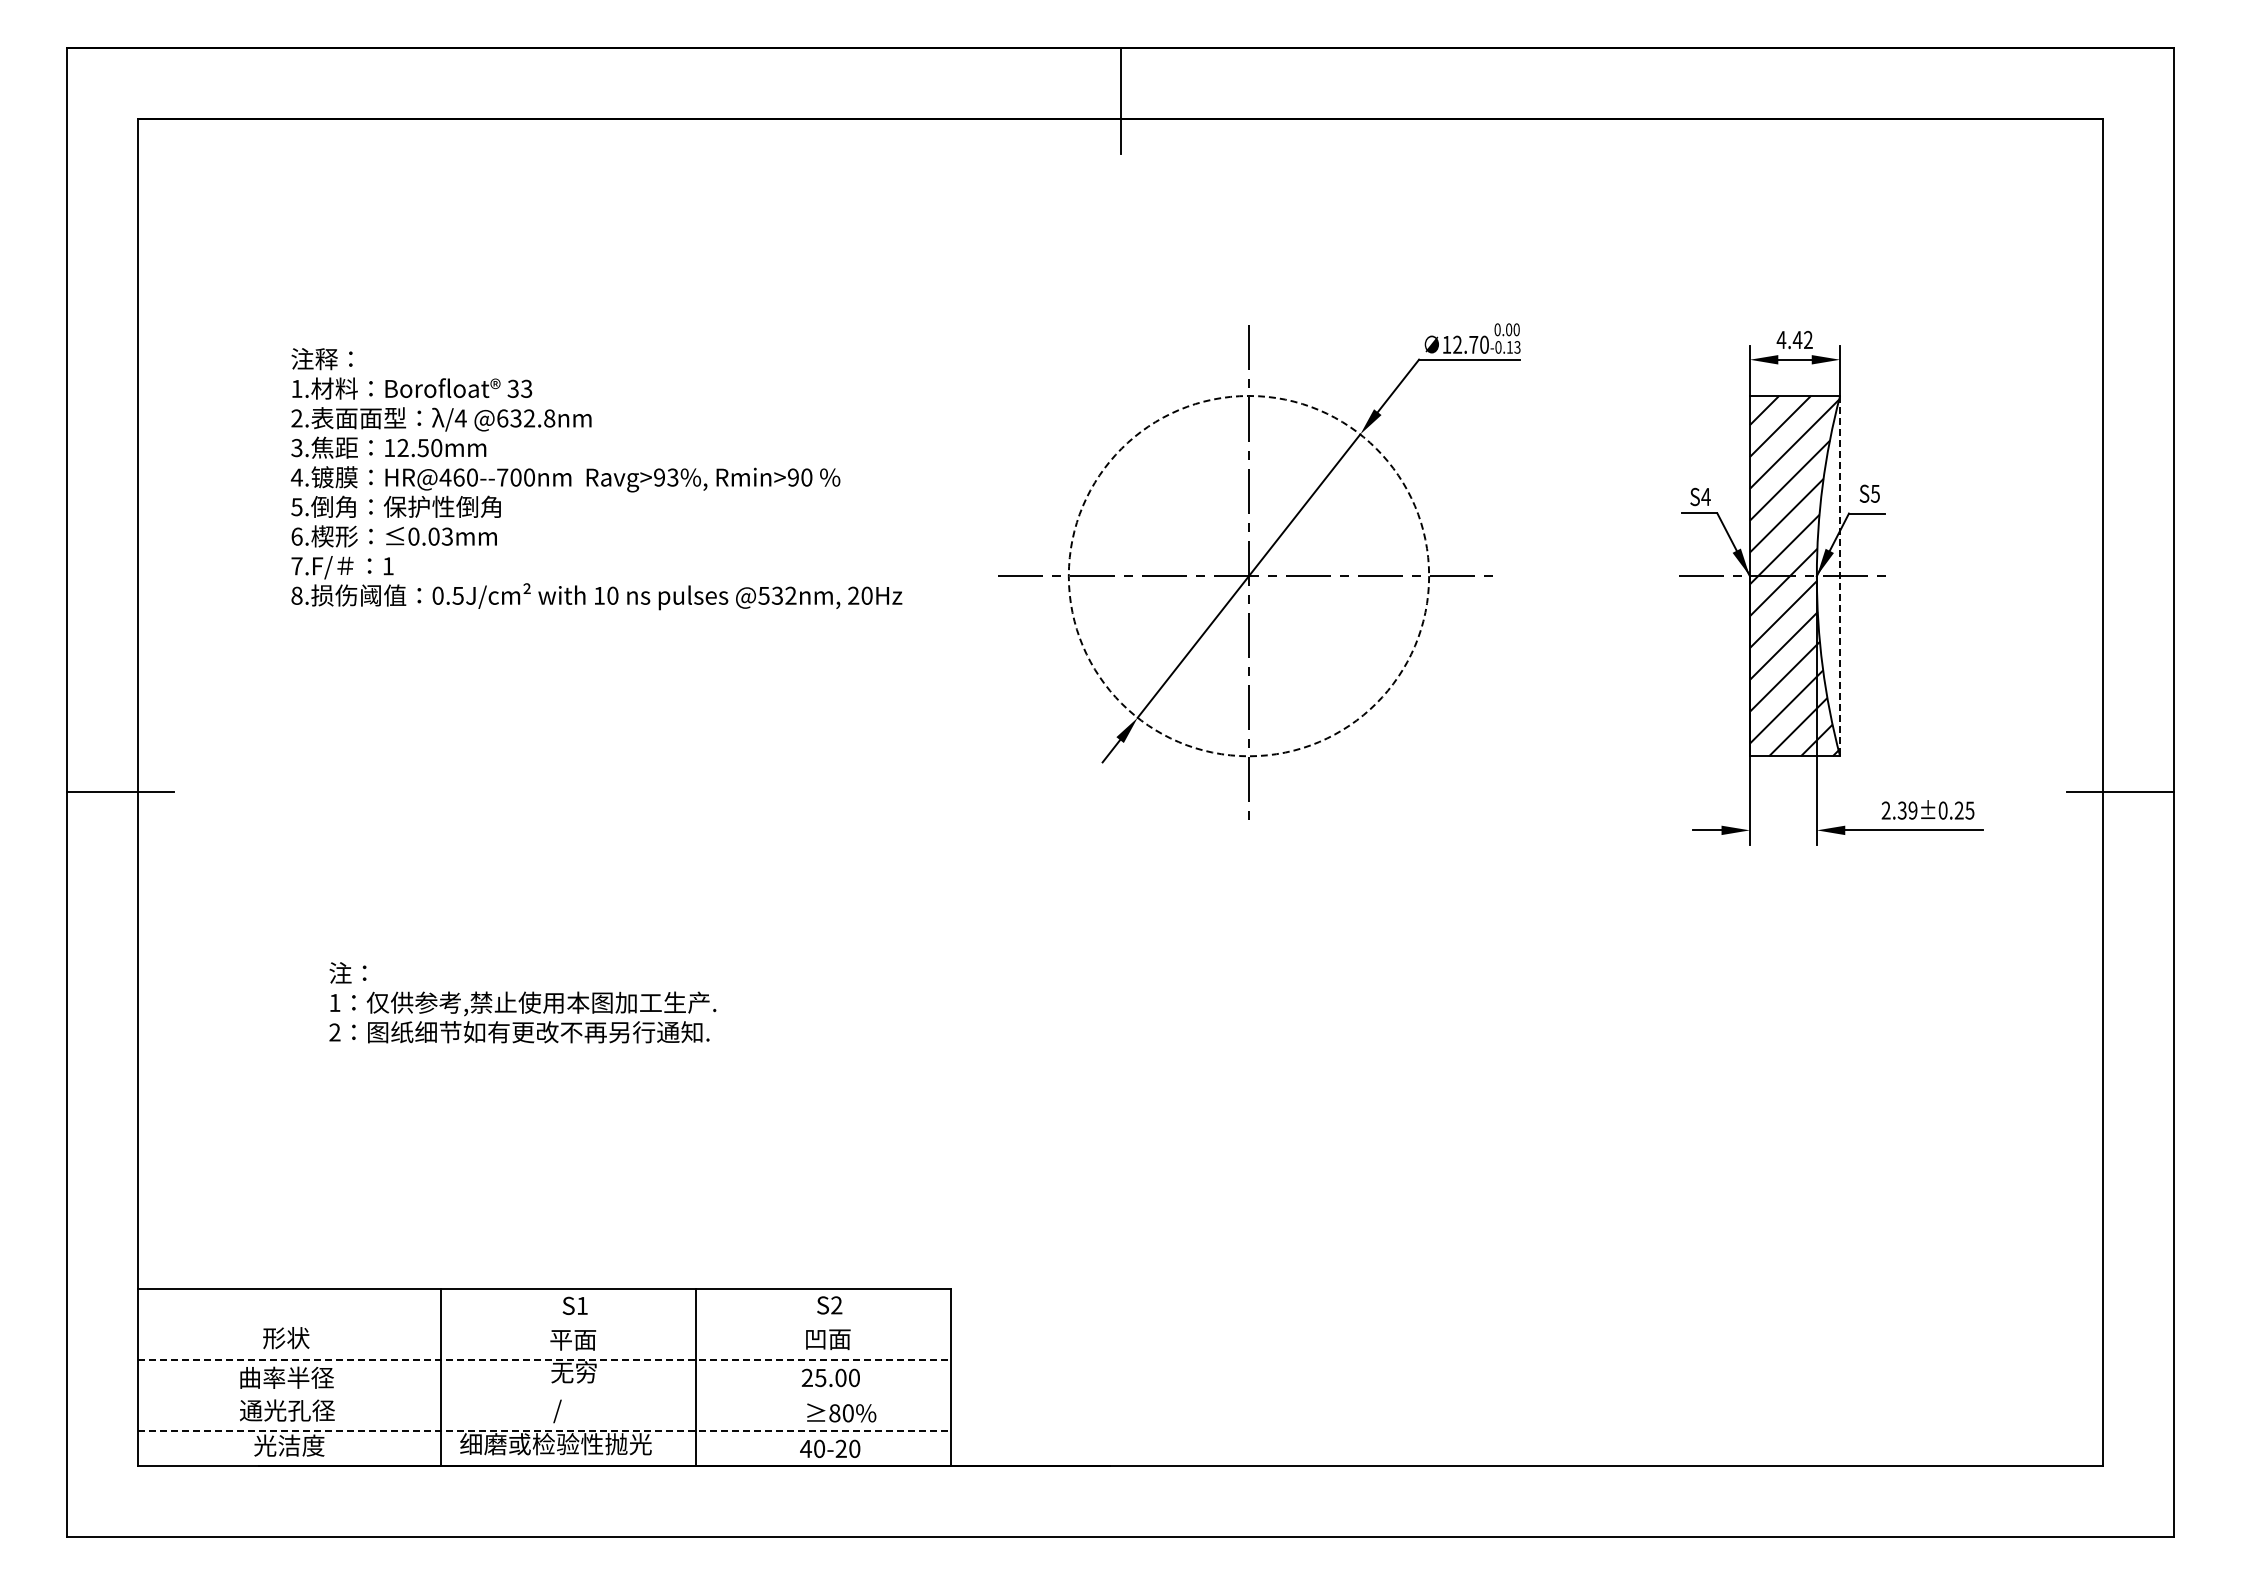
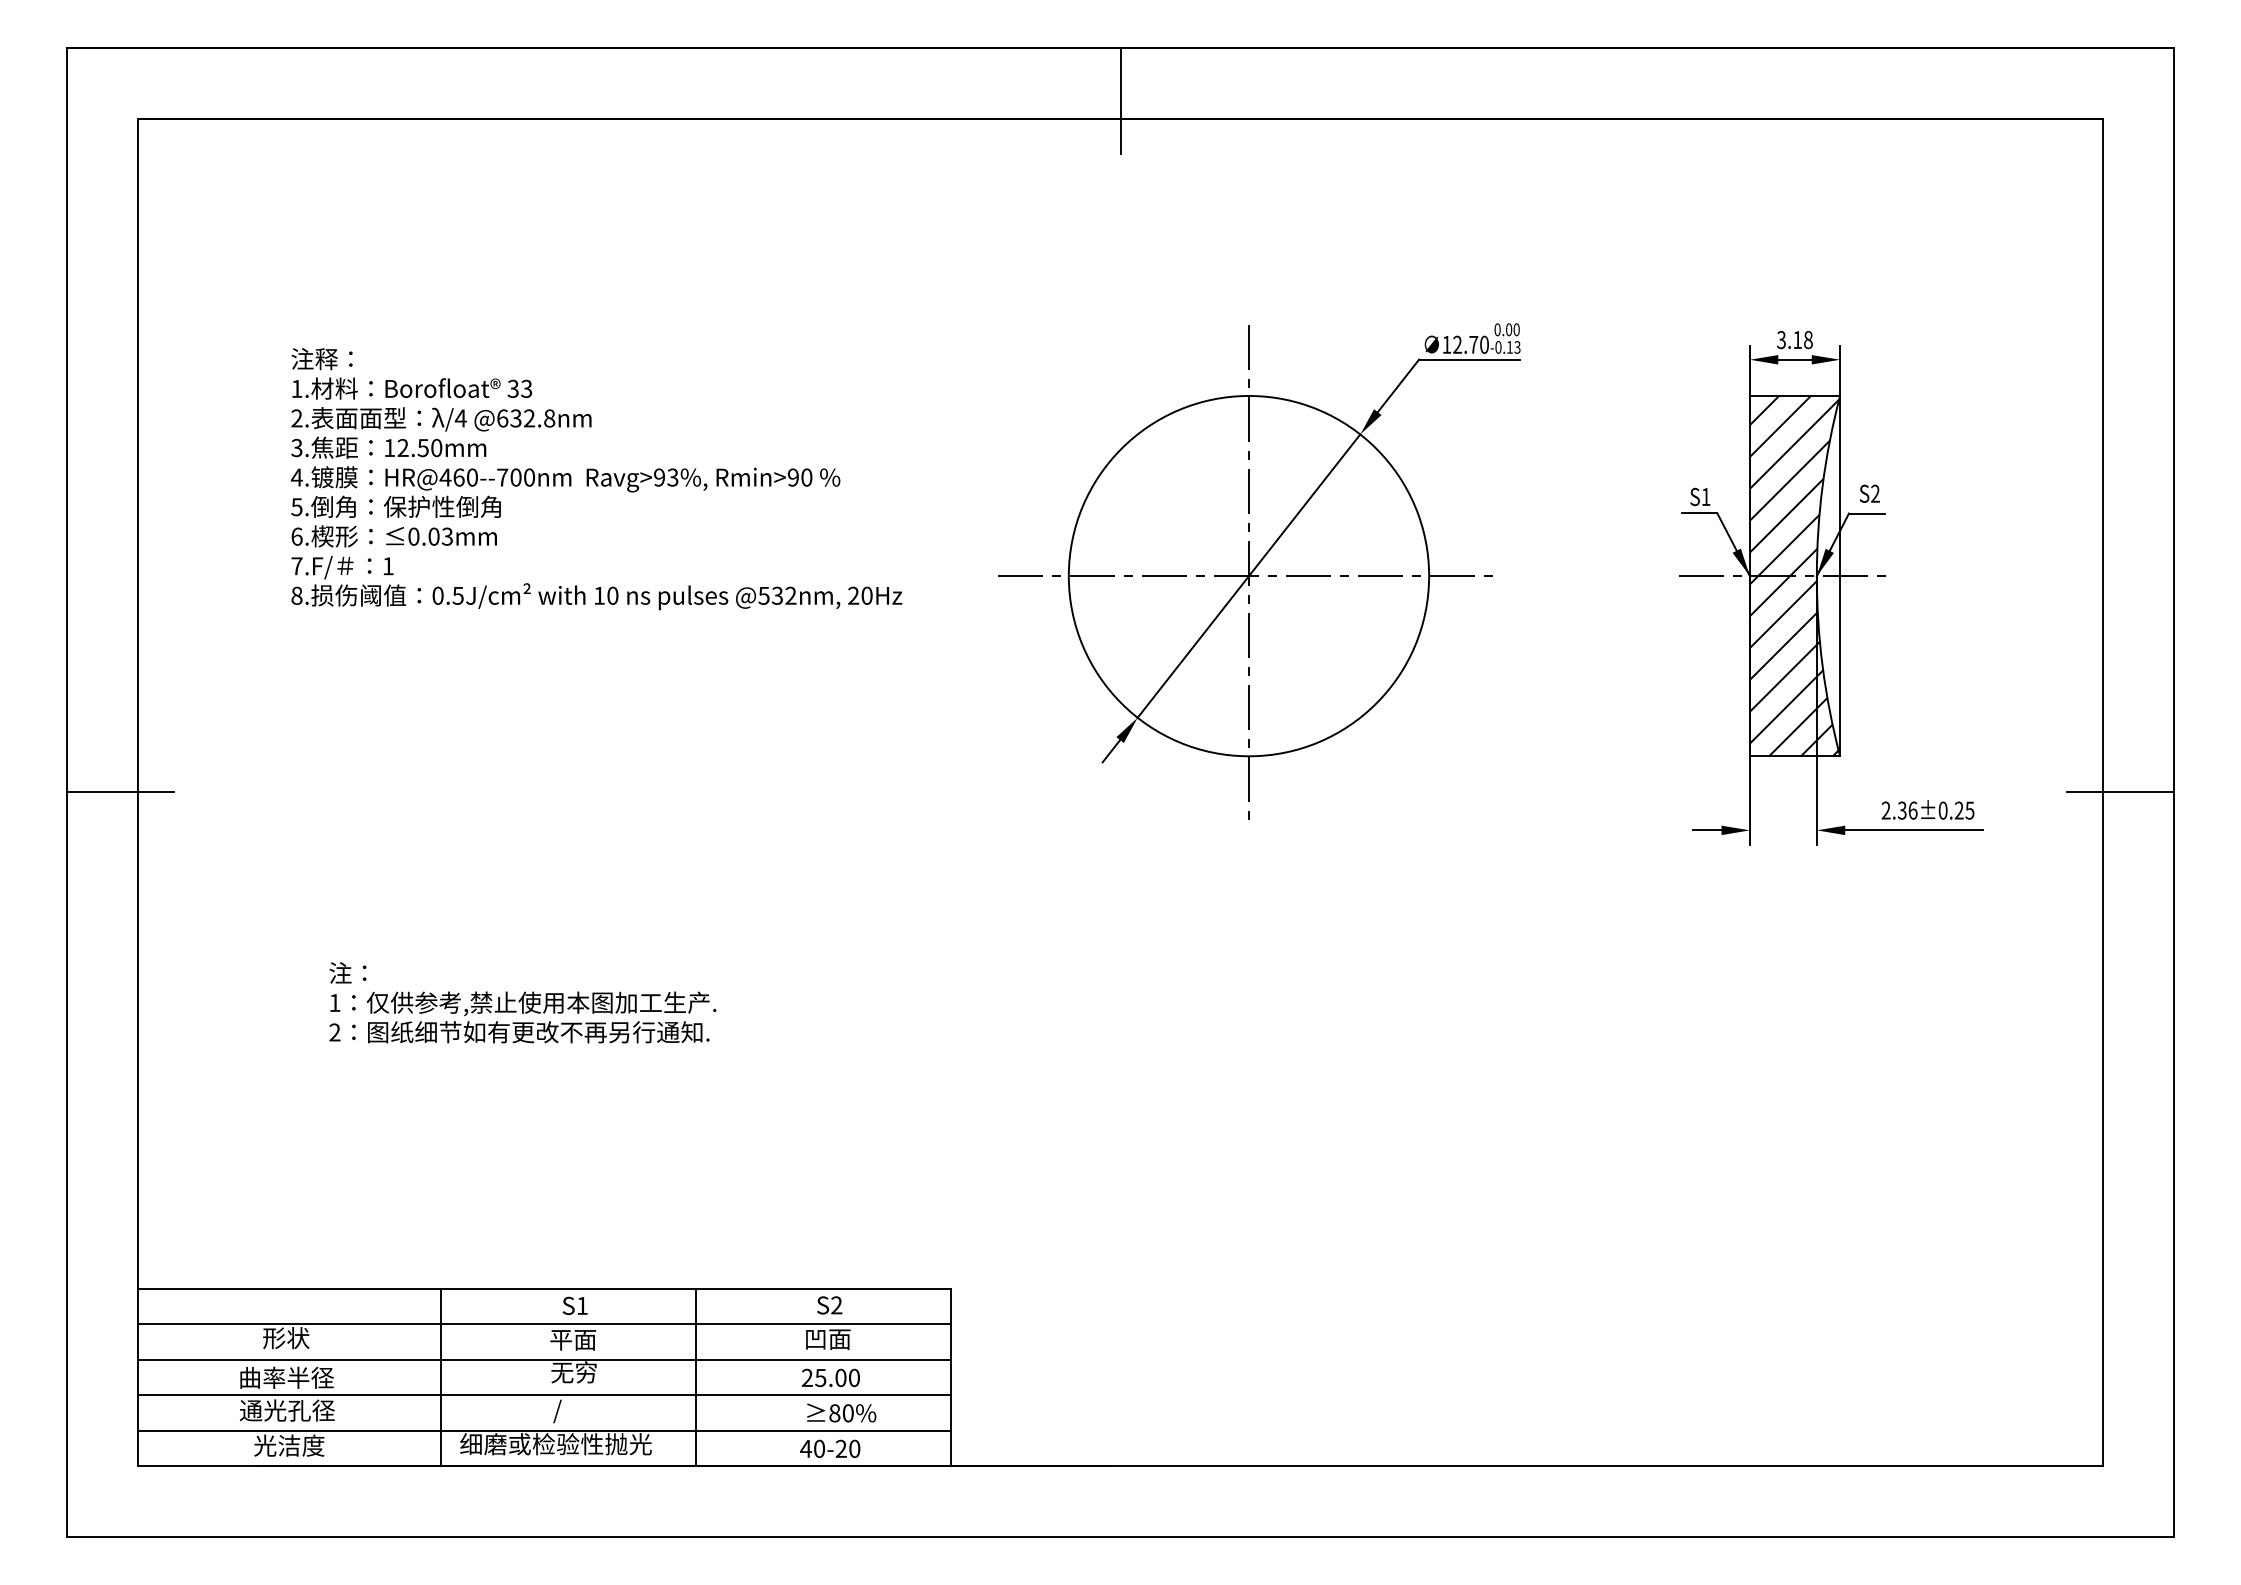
text at (1794, 339): 4.42 -> 3.18
text at (1874, 493): S5 -> S2
text at (1705, 496): S4 -> S1
circle at (1248, 575): dashed -> solid
line at (1840, 576): dashed -> solid
text at (1912, 810): 2.39±0.25 -> 2.36±0.25
line at (544, 1324): none -> present
line at (544, 1359): dashed -> solid
line at (544, 1395): none -> present
line at (544, 1430): dashed -> solid
